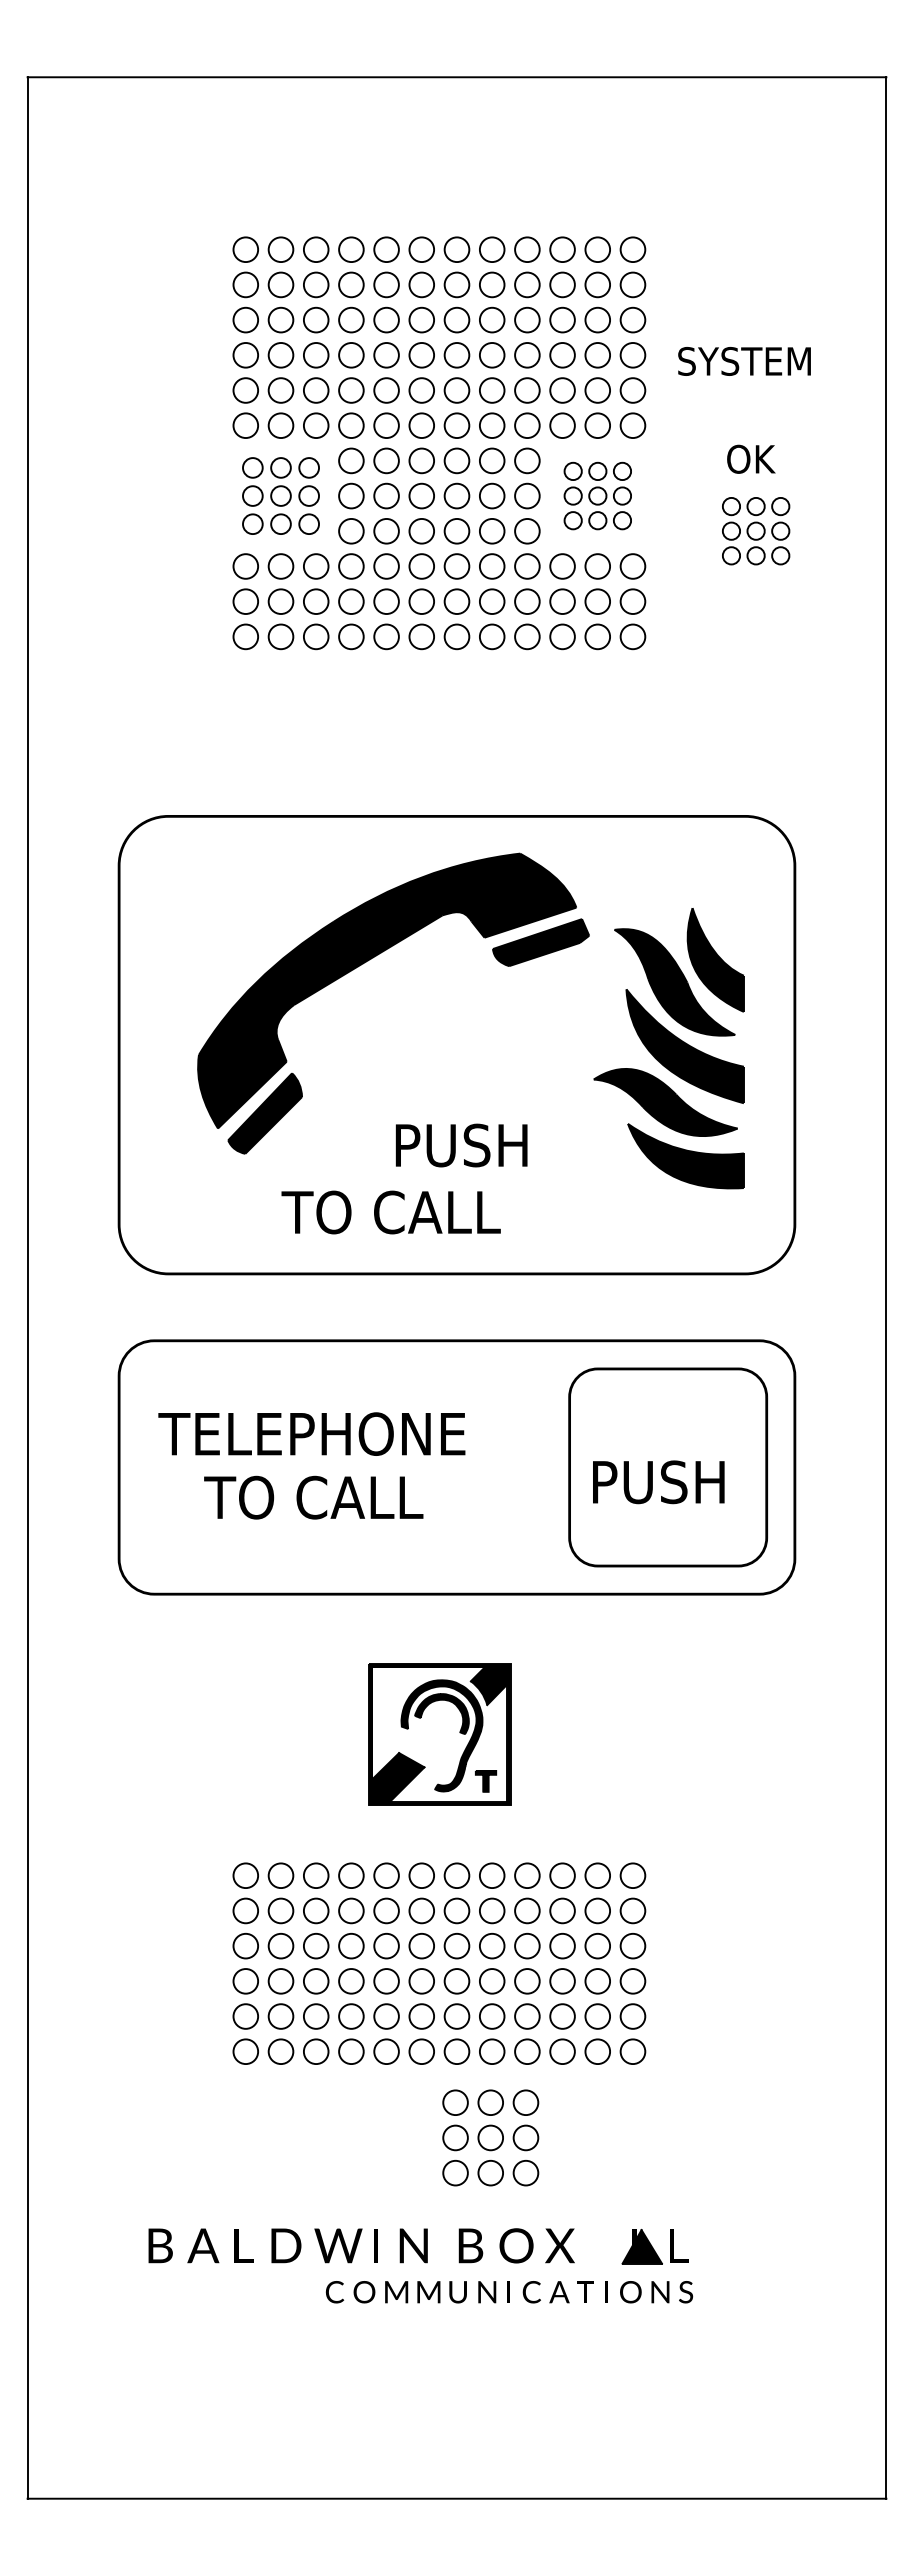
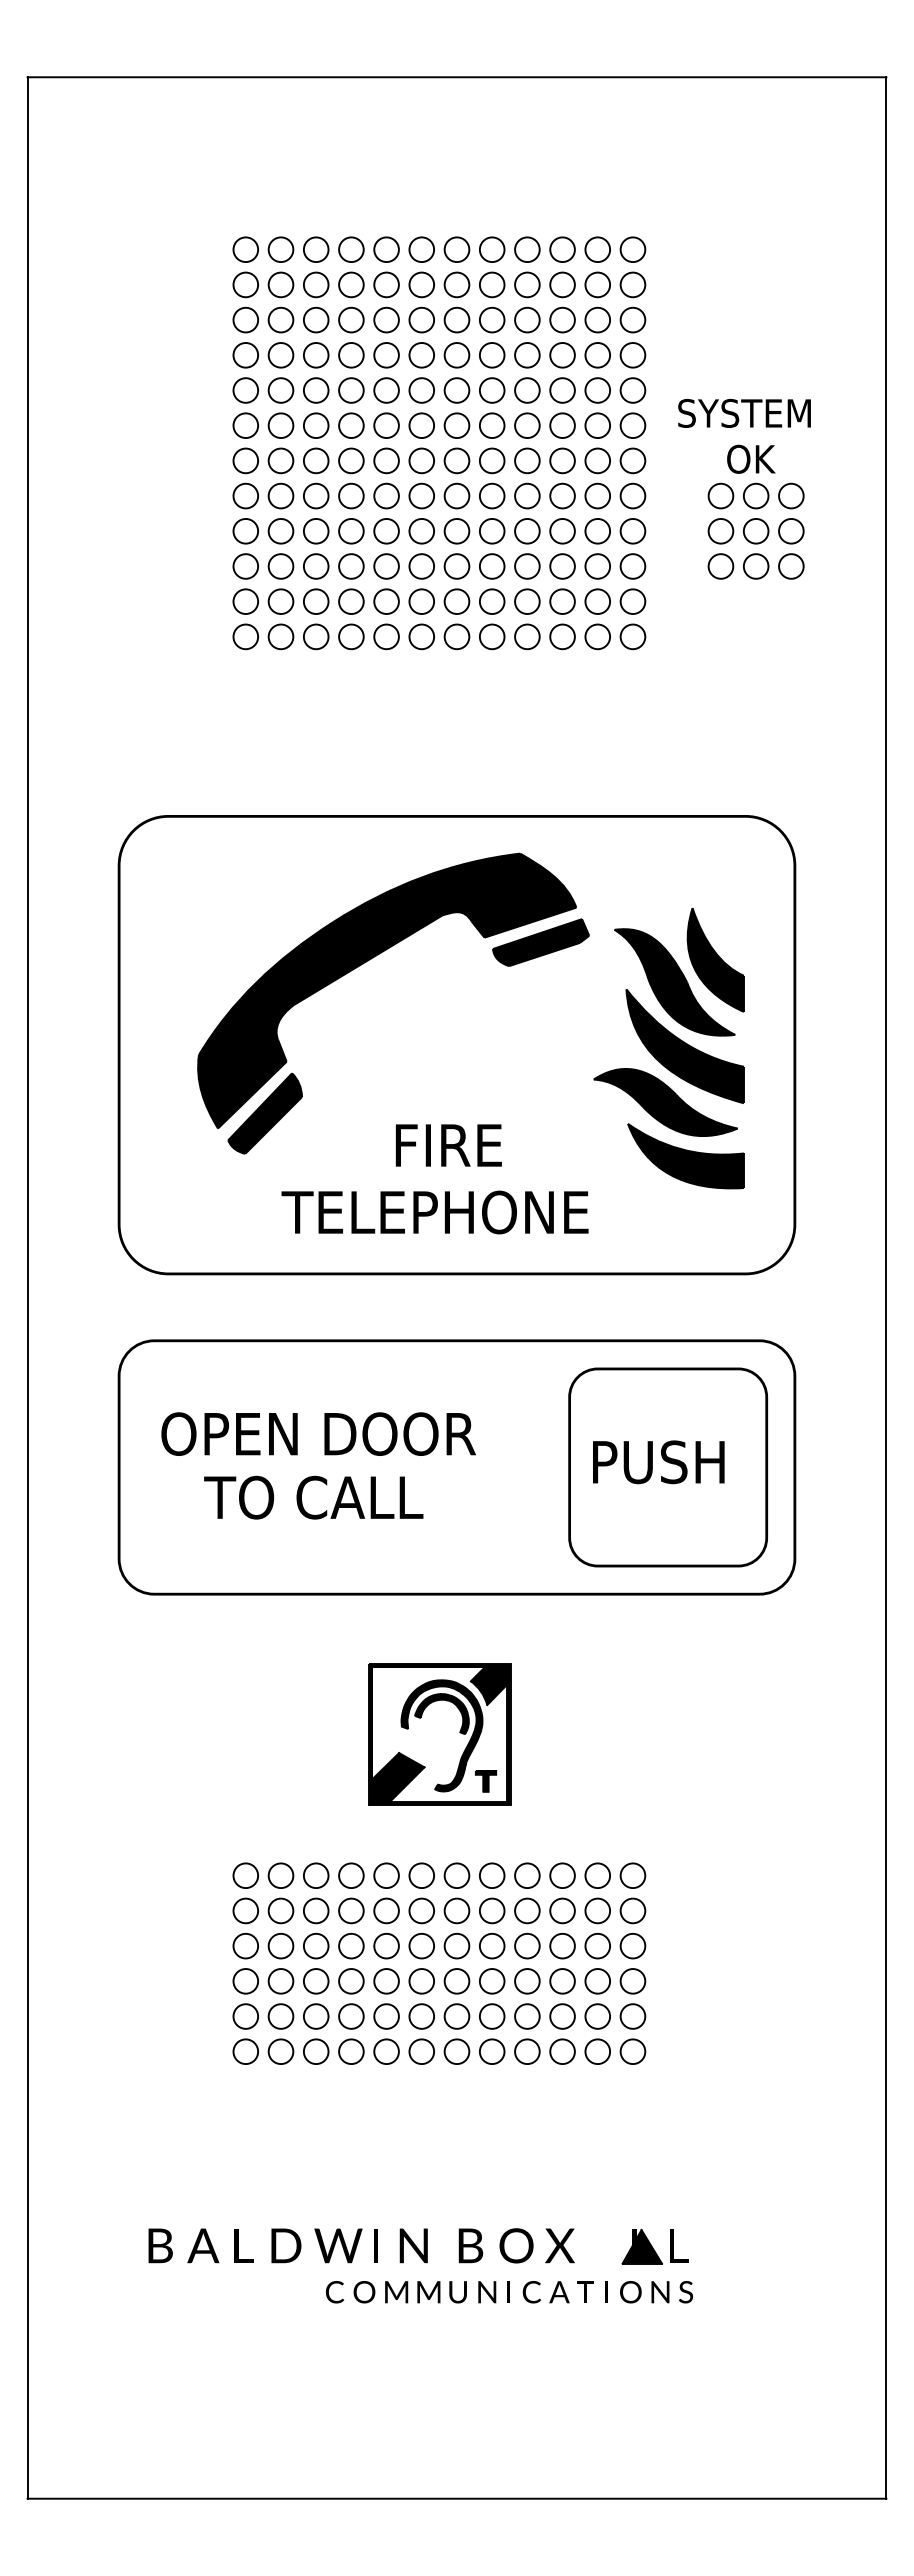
text at (744, 361) position: (744, 361) -> (744, 413)
part at (280, 495) size: 78x78 px -> 98x98 px
part at (597, 495) size: 69x70 px -> 98x98 px
part at (756, 531) size: 69x69 px -> 98x98 px
text at (464, 1145): PUSH -> FIRE
text at (452, 1212): TO CALL -> TELEPHONE
text at (316, 1433): TELEPHONE -> OPEN DOOR
text at (658, 1482) position: (658, 1482) -> (658, 1462)
part at (490, 2137): present -> none
